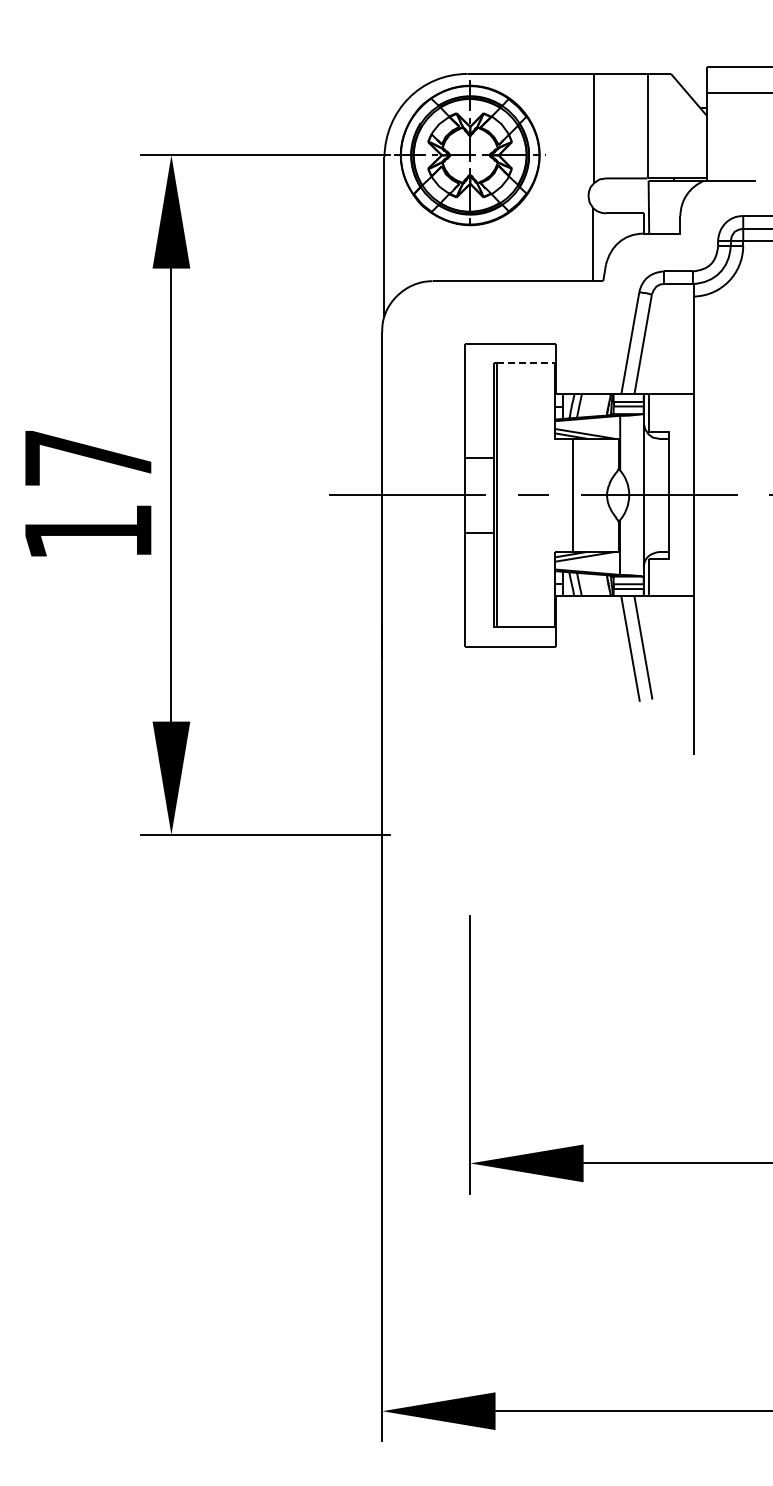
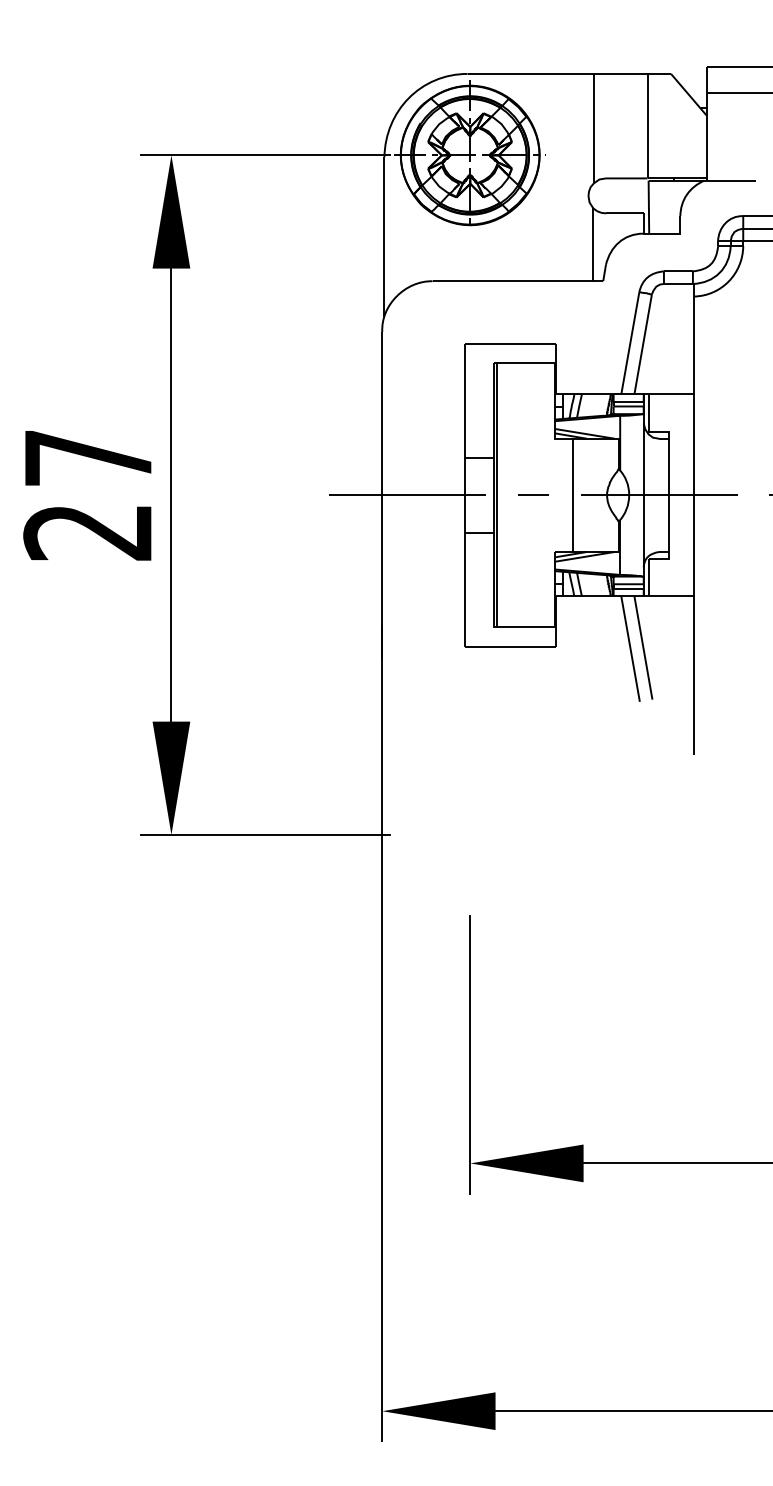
line at (525, 363): dashed -> solid
text at (87, 532): 17 -> 27
